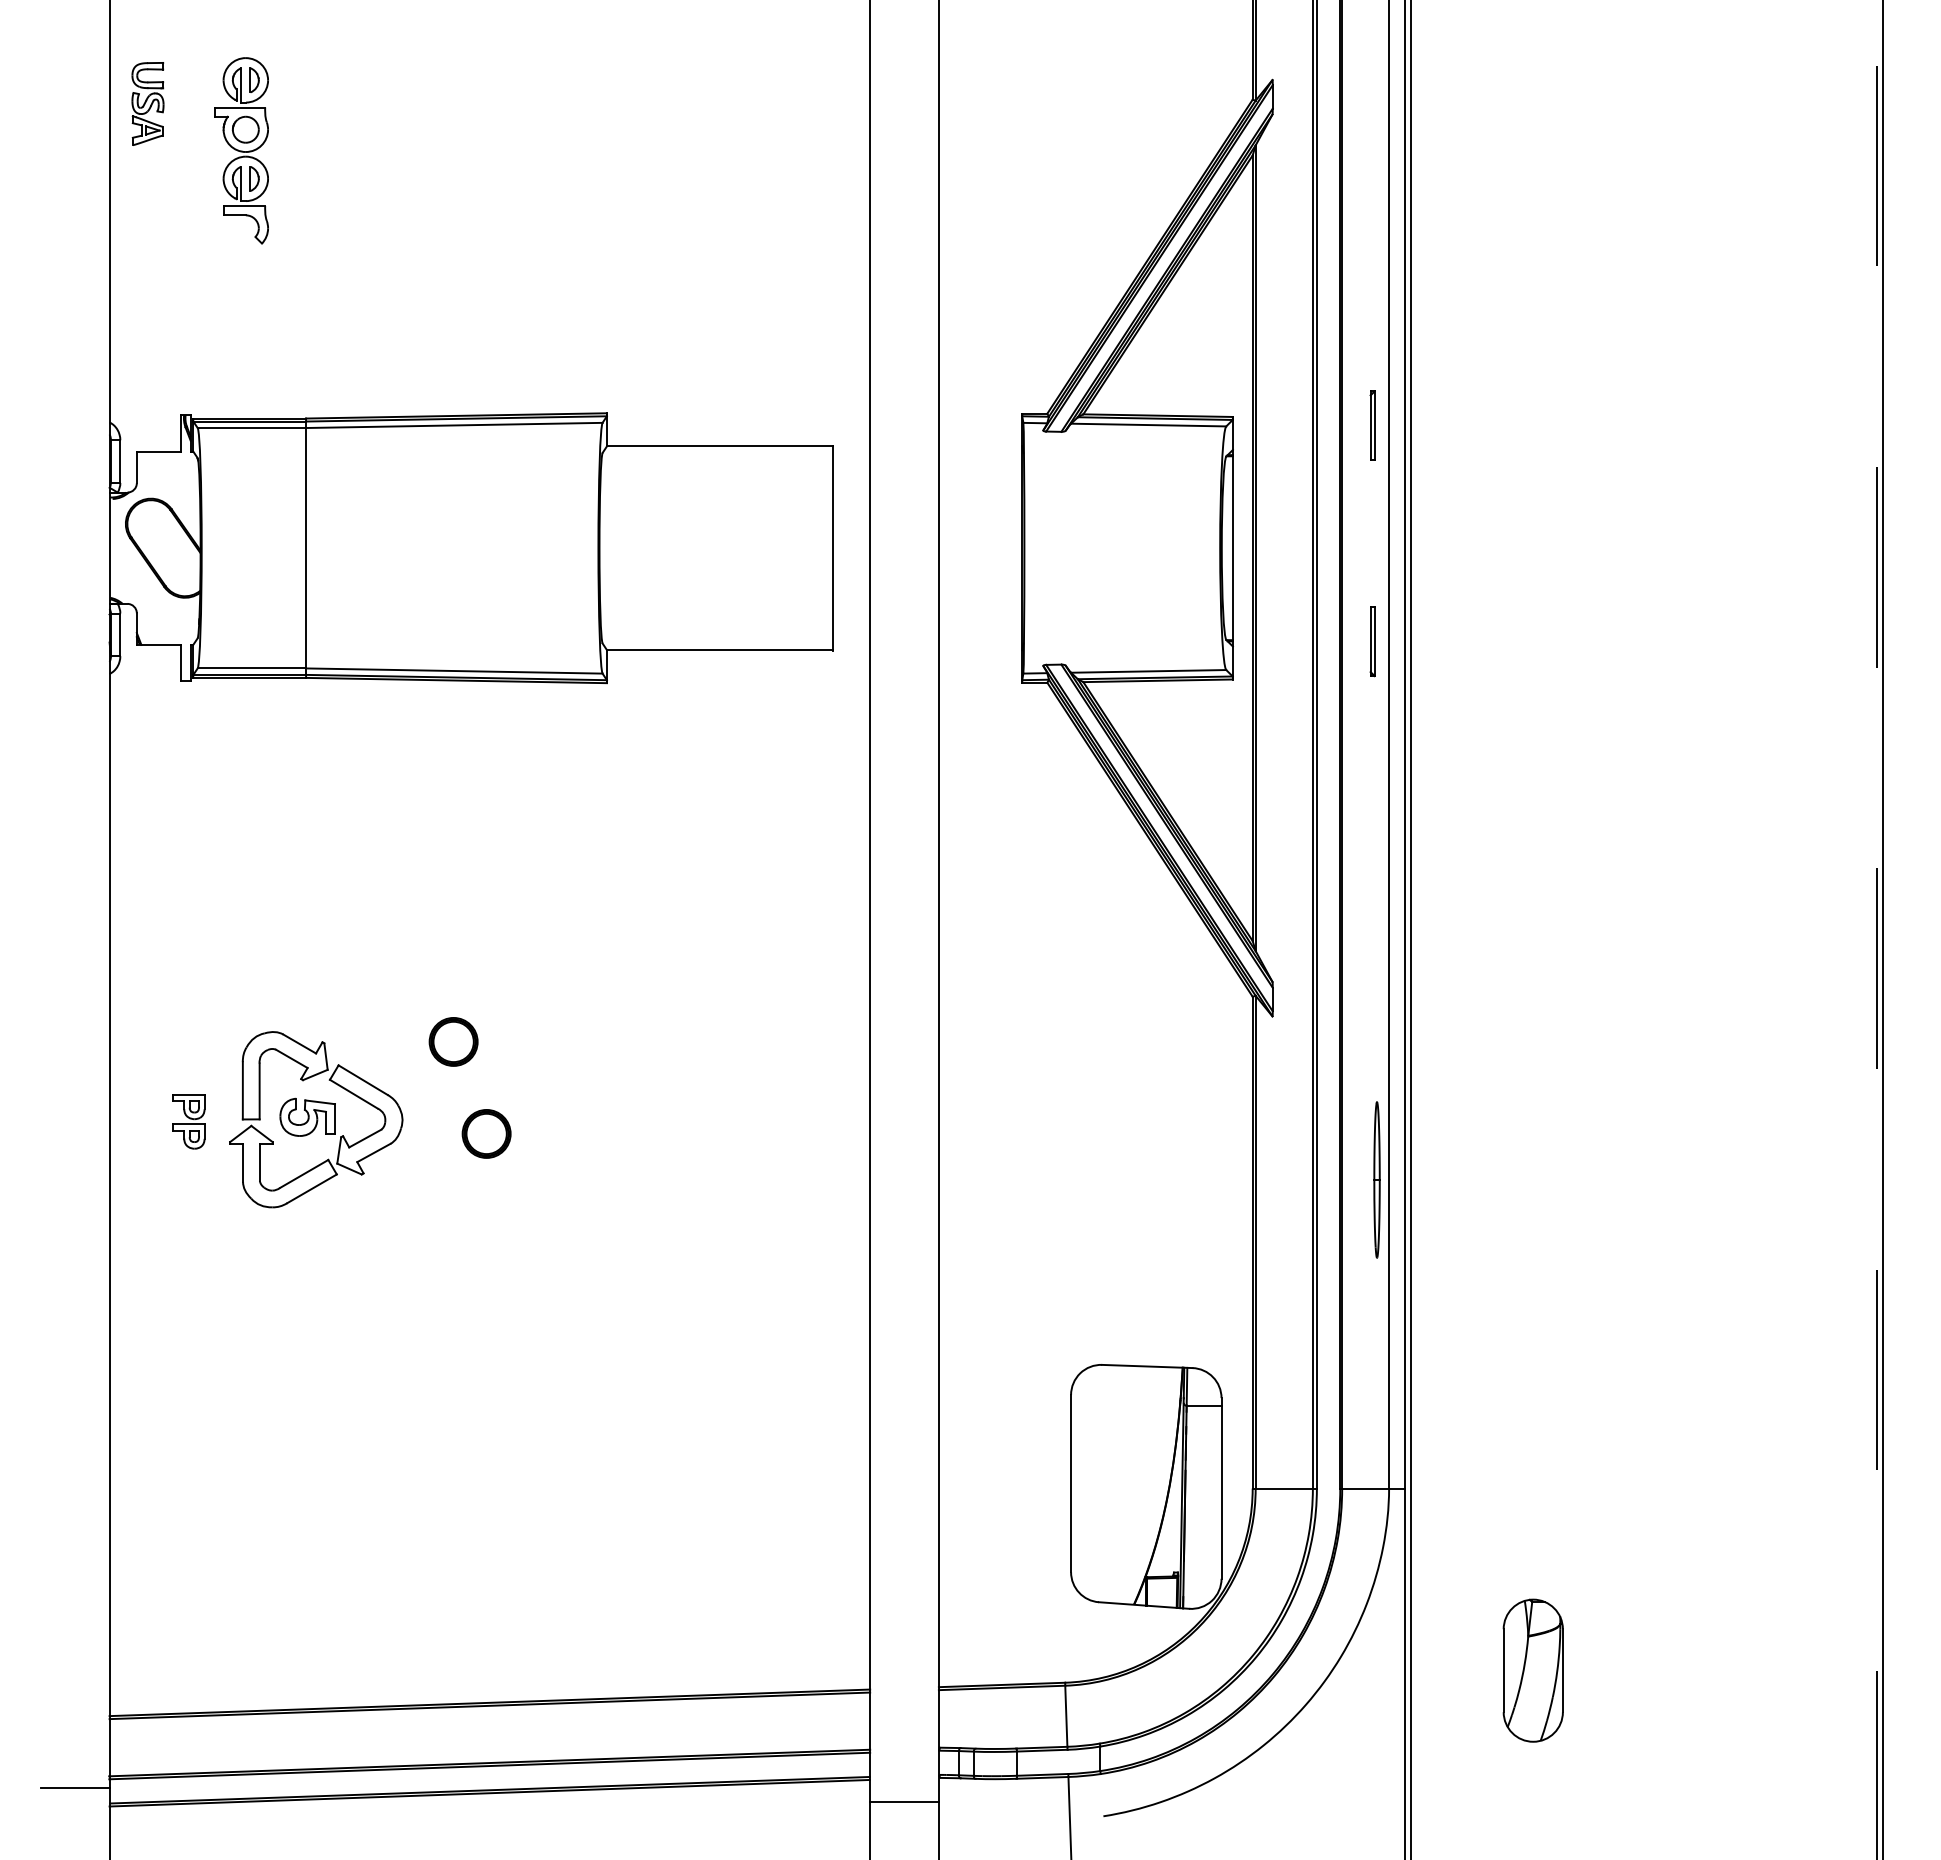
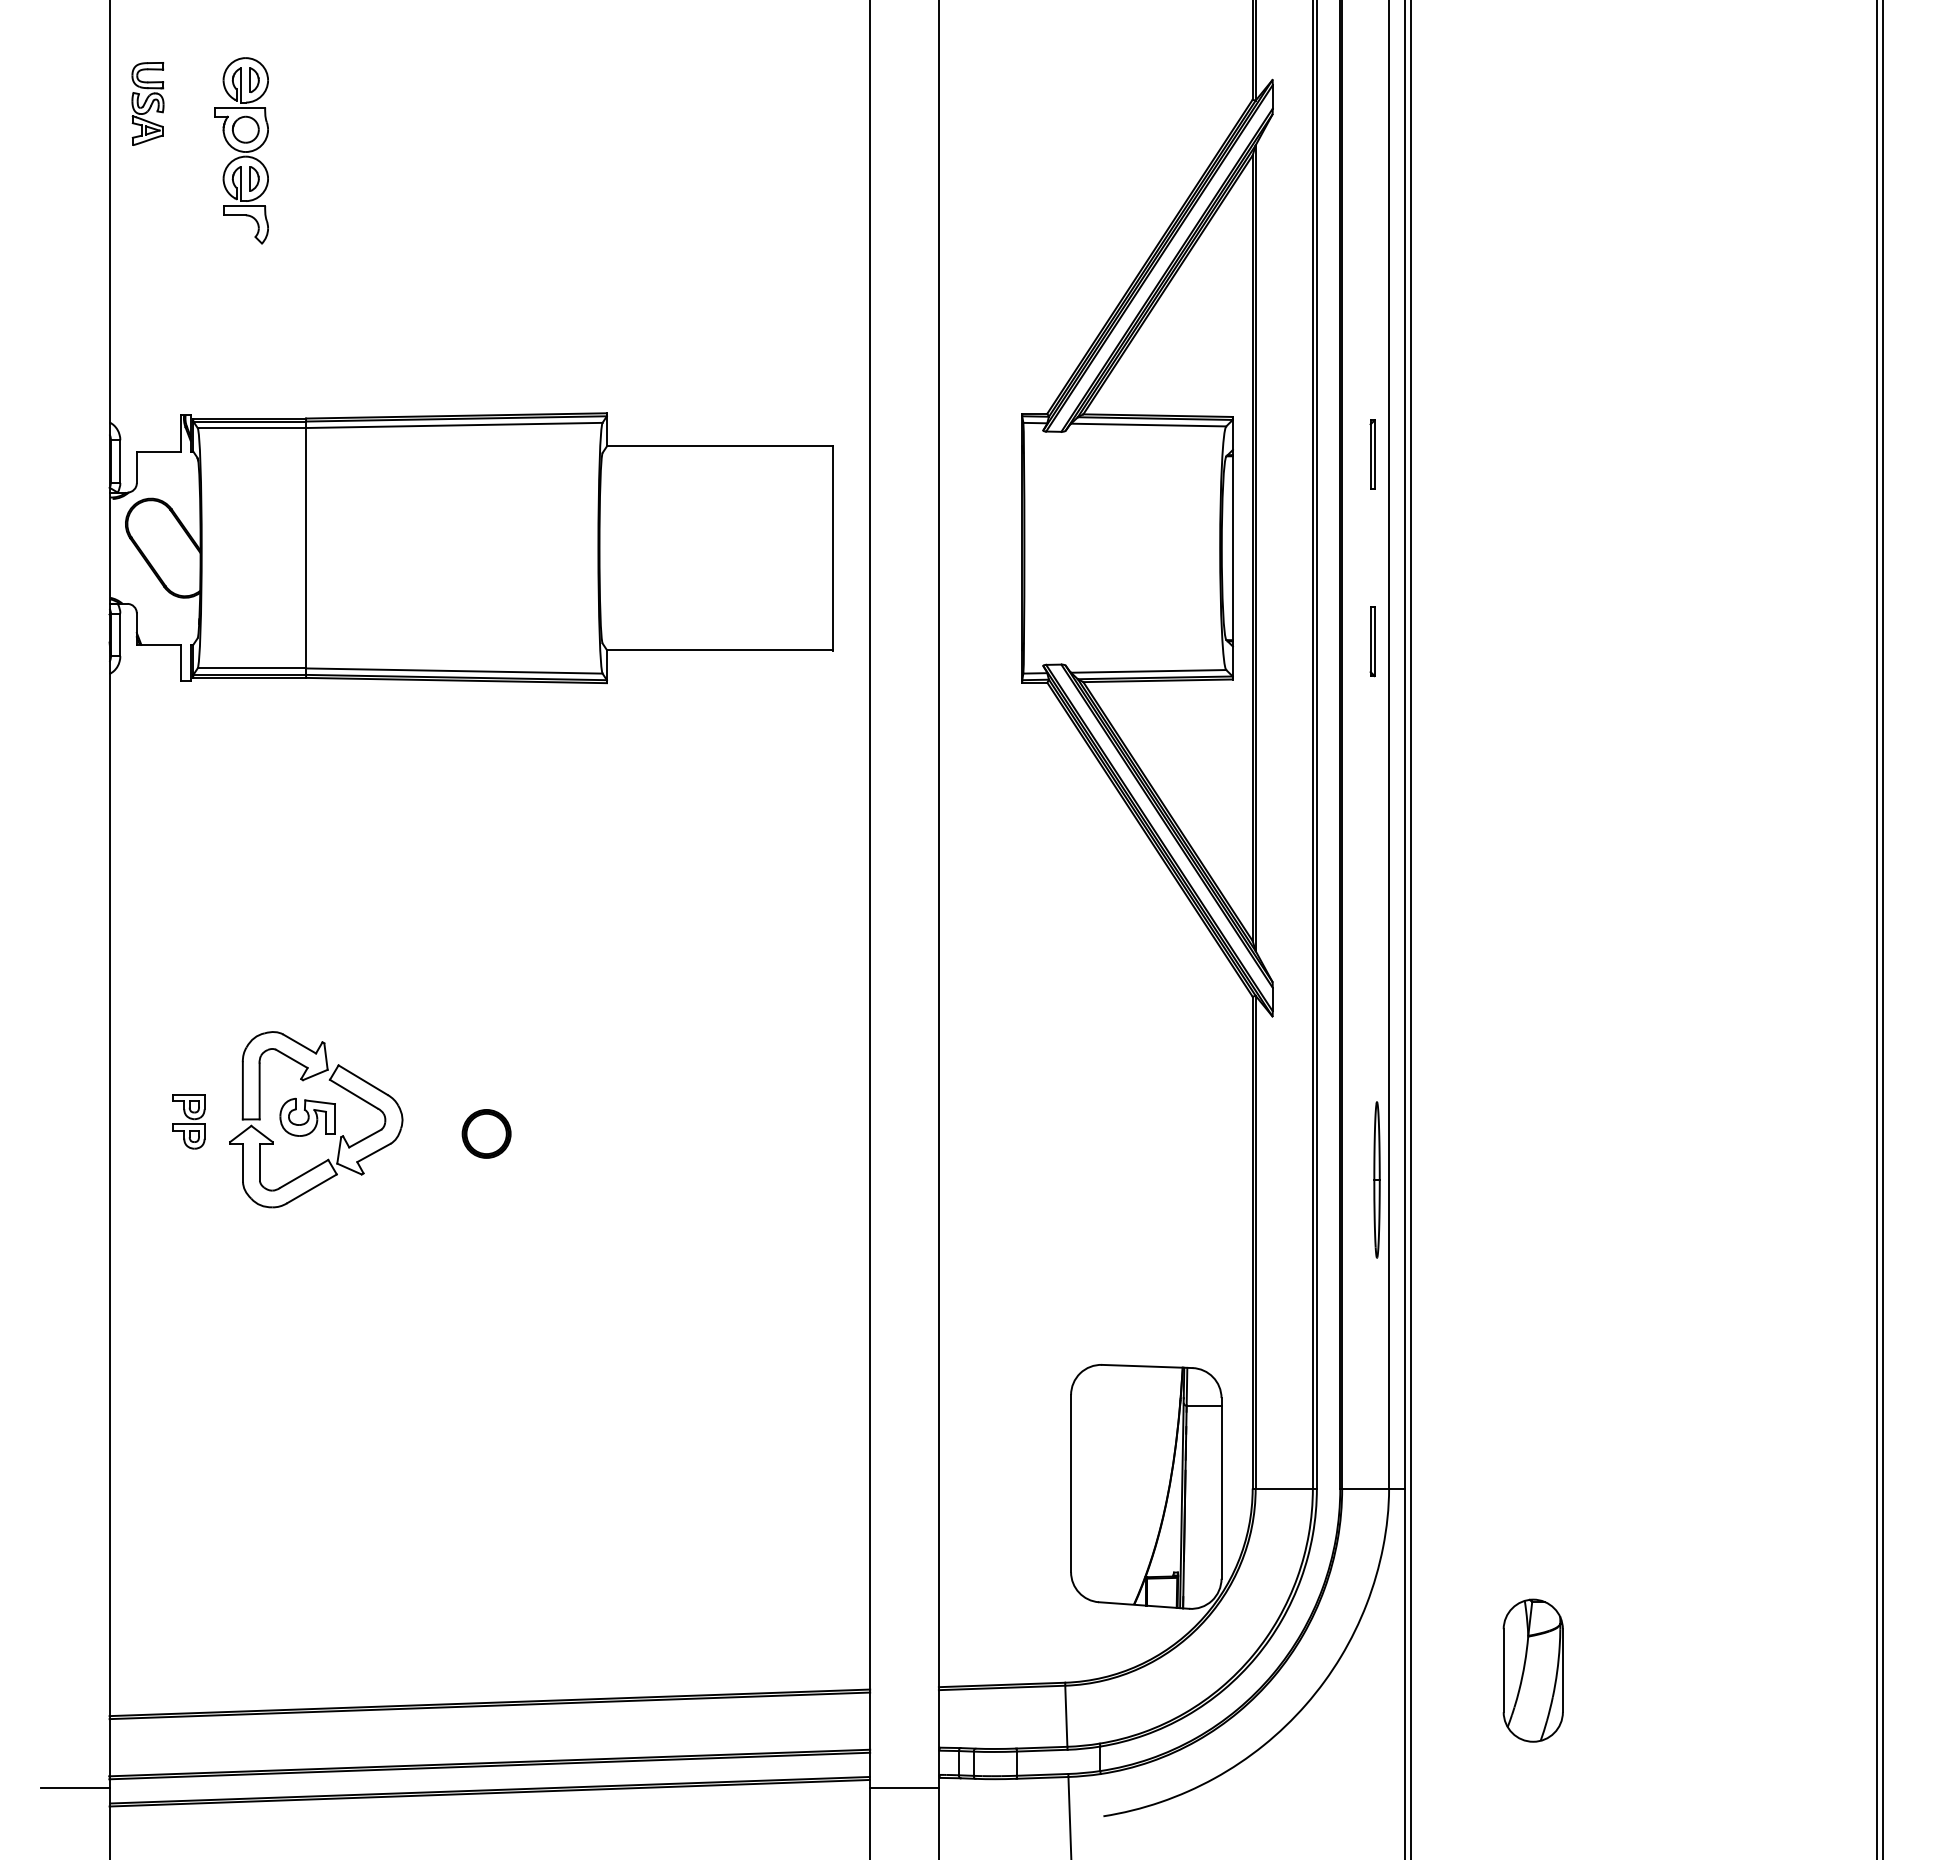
part at (1372, 425) position: (1372, 425) -> (1372, 454)
line at (1876, 930): dashed -> solid
part at (453, 1041): present -> none
line at (904, 1802) position: (904, 1802) -> (904, 1788)
